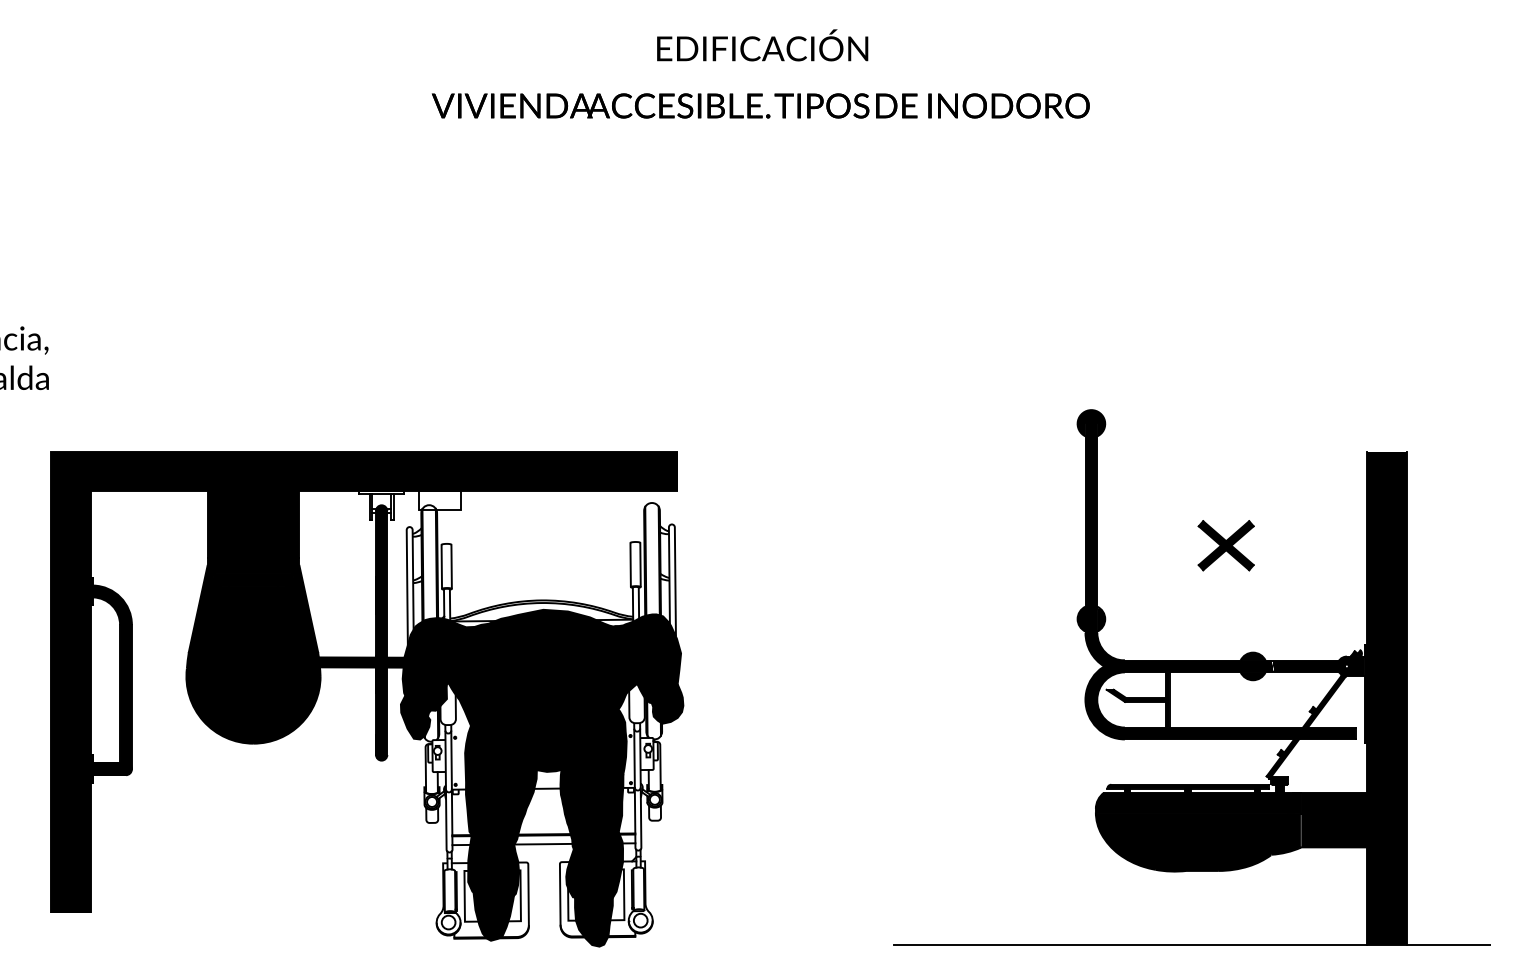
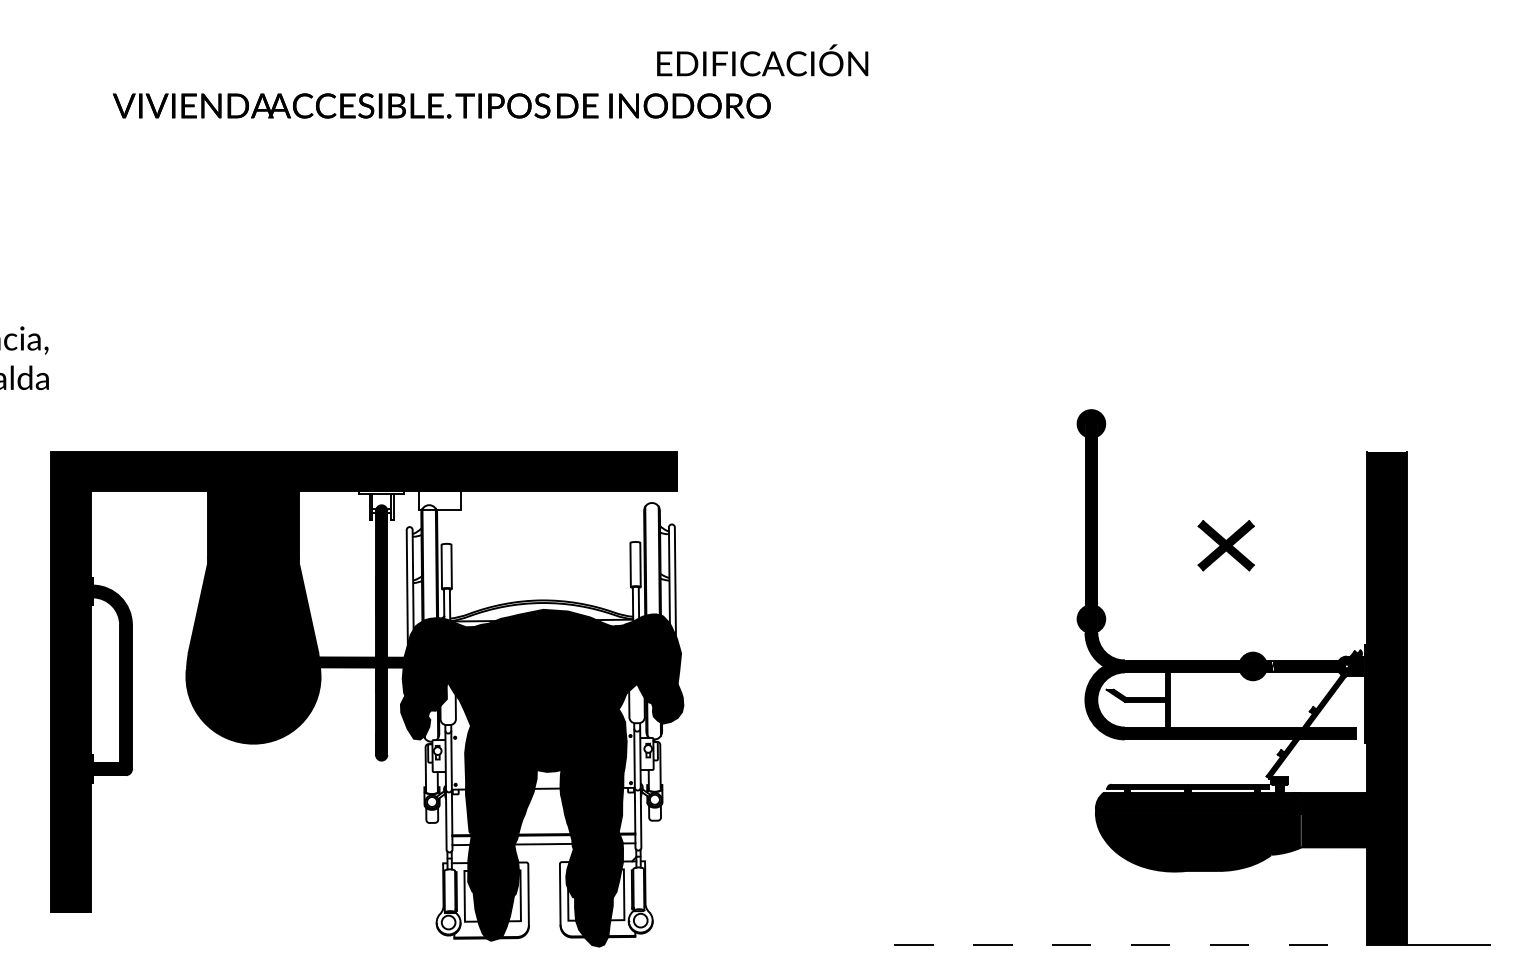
text at (762, 45) position: (762, 45) -> (762, 60)
text at (760, 105) position: (760, 105) -> (441, 105)
line at (1130, 944): solid -> dashed
